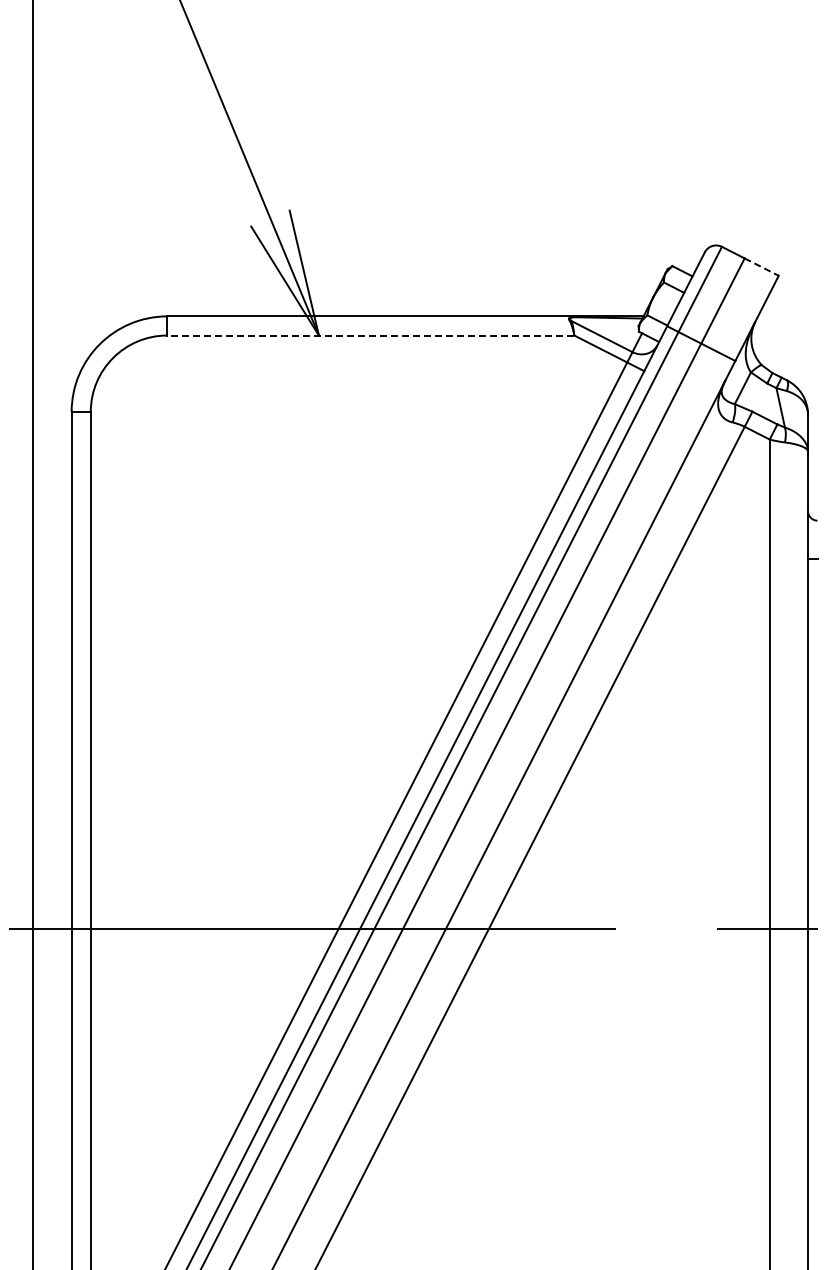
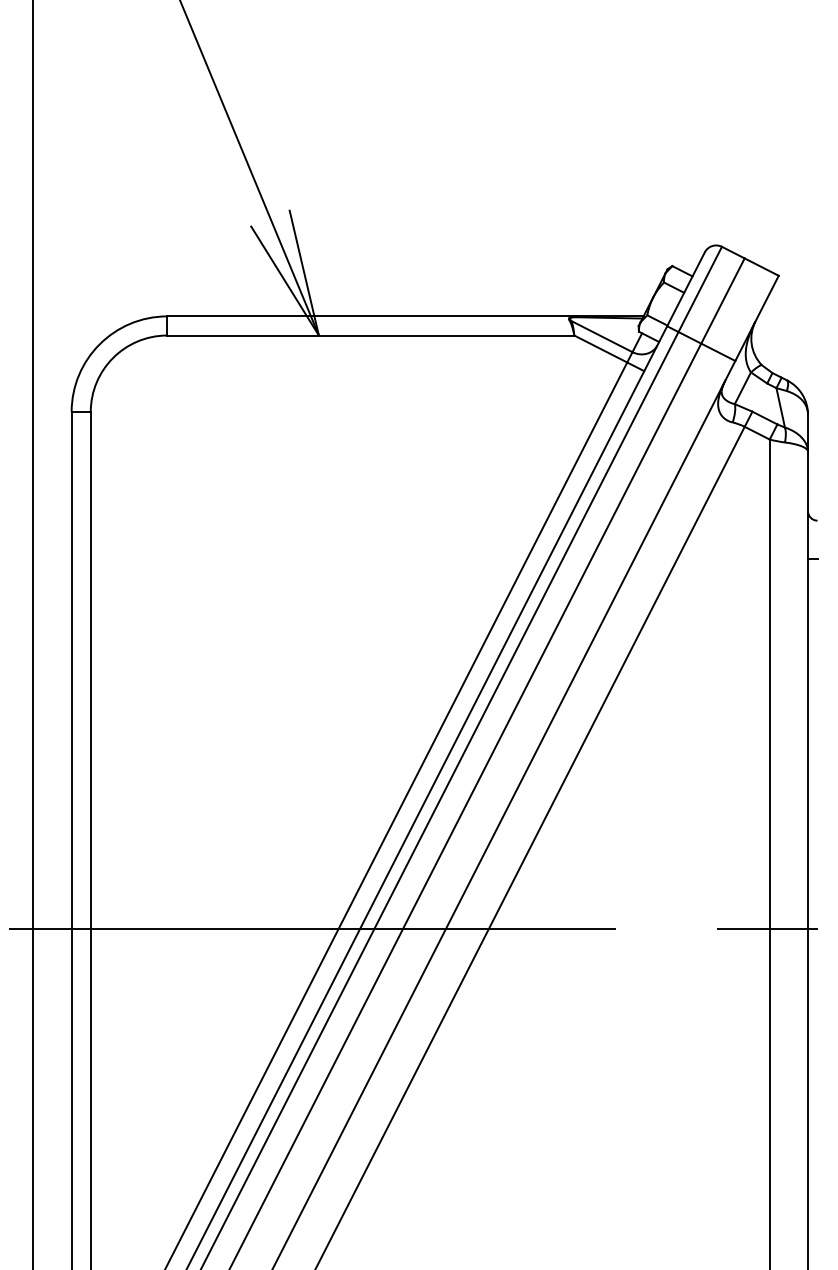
line at (762, 267): dashed -> solid
line at (370, 335): dashed -> solid
